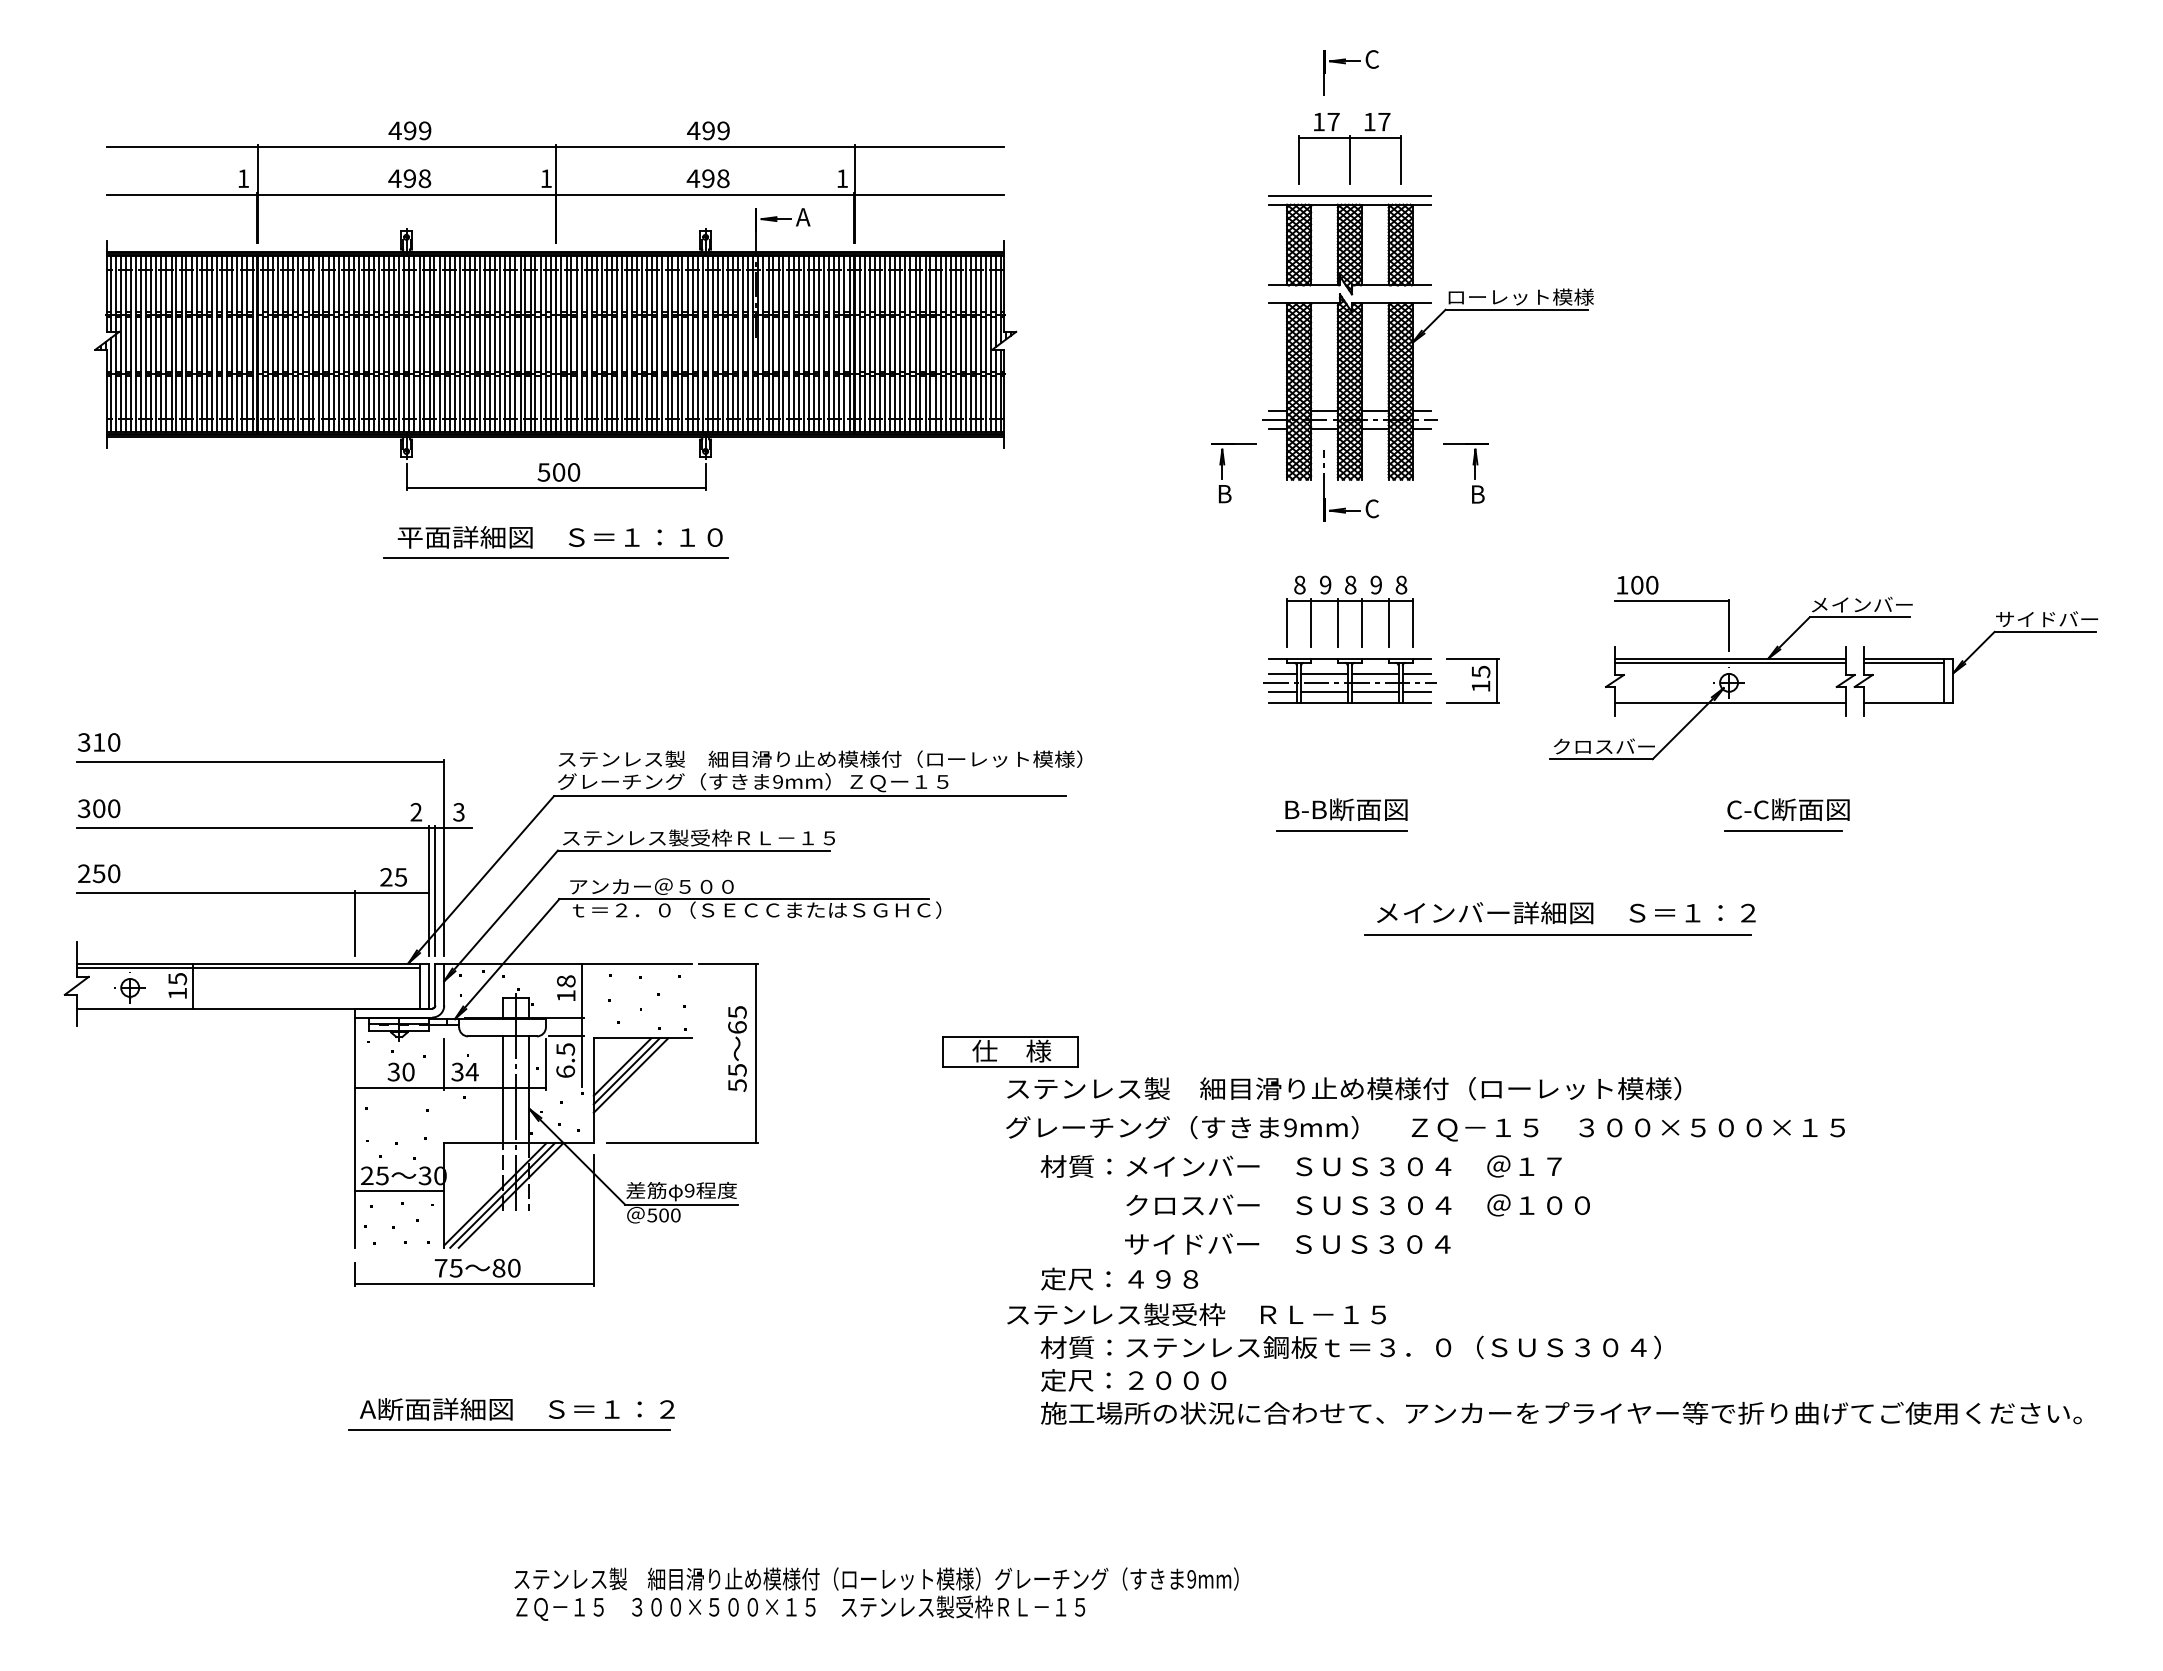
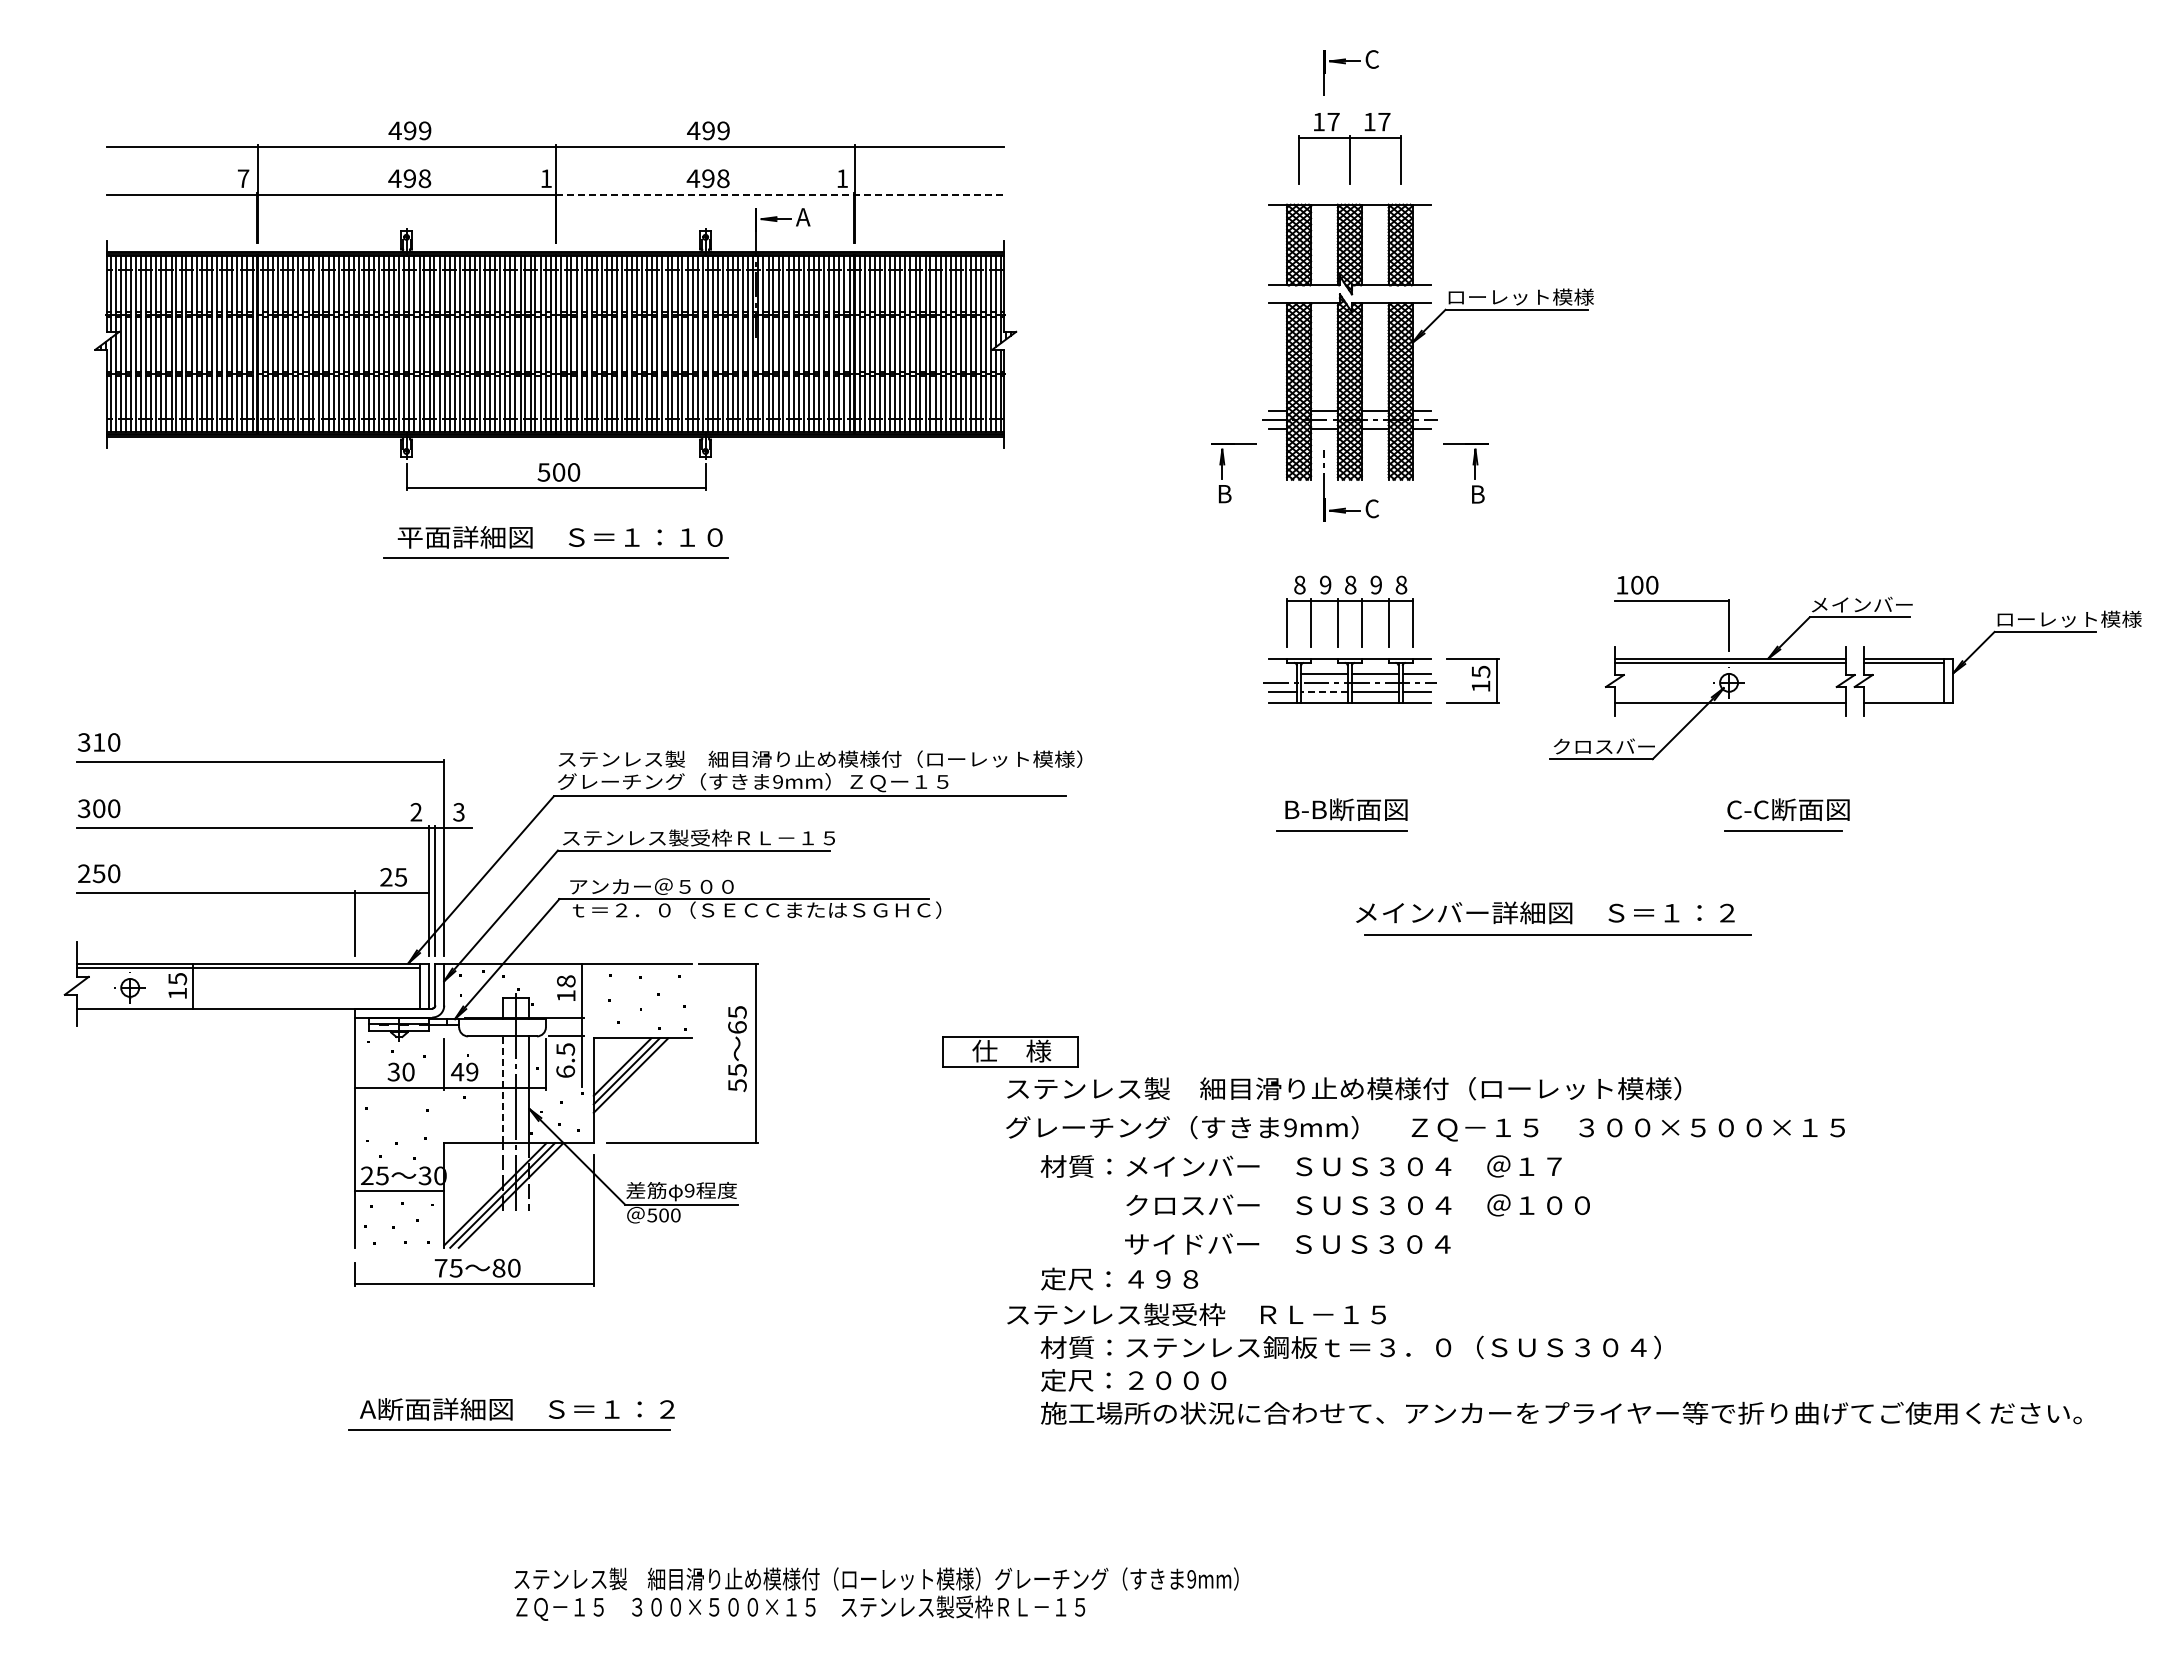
text at (243, 178): 1 -> 7
line at (780, 194): solid -> dashed
line at (1349, 195): present -> none
text at (2068, 618): サイドバー -> ローレット模様
line at (1282, 673): present -> none
line at (1323, 691): solid -> dashed
text at (1566, 912) position: (1566, 912) -> (1545, 912)
text at (464, 1071): 34 -> 49
line at (502, 1089): solid -> dashed
